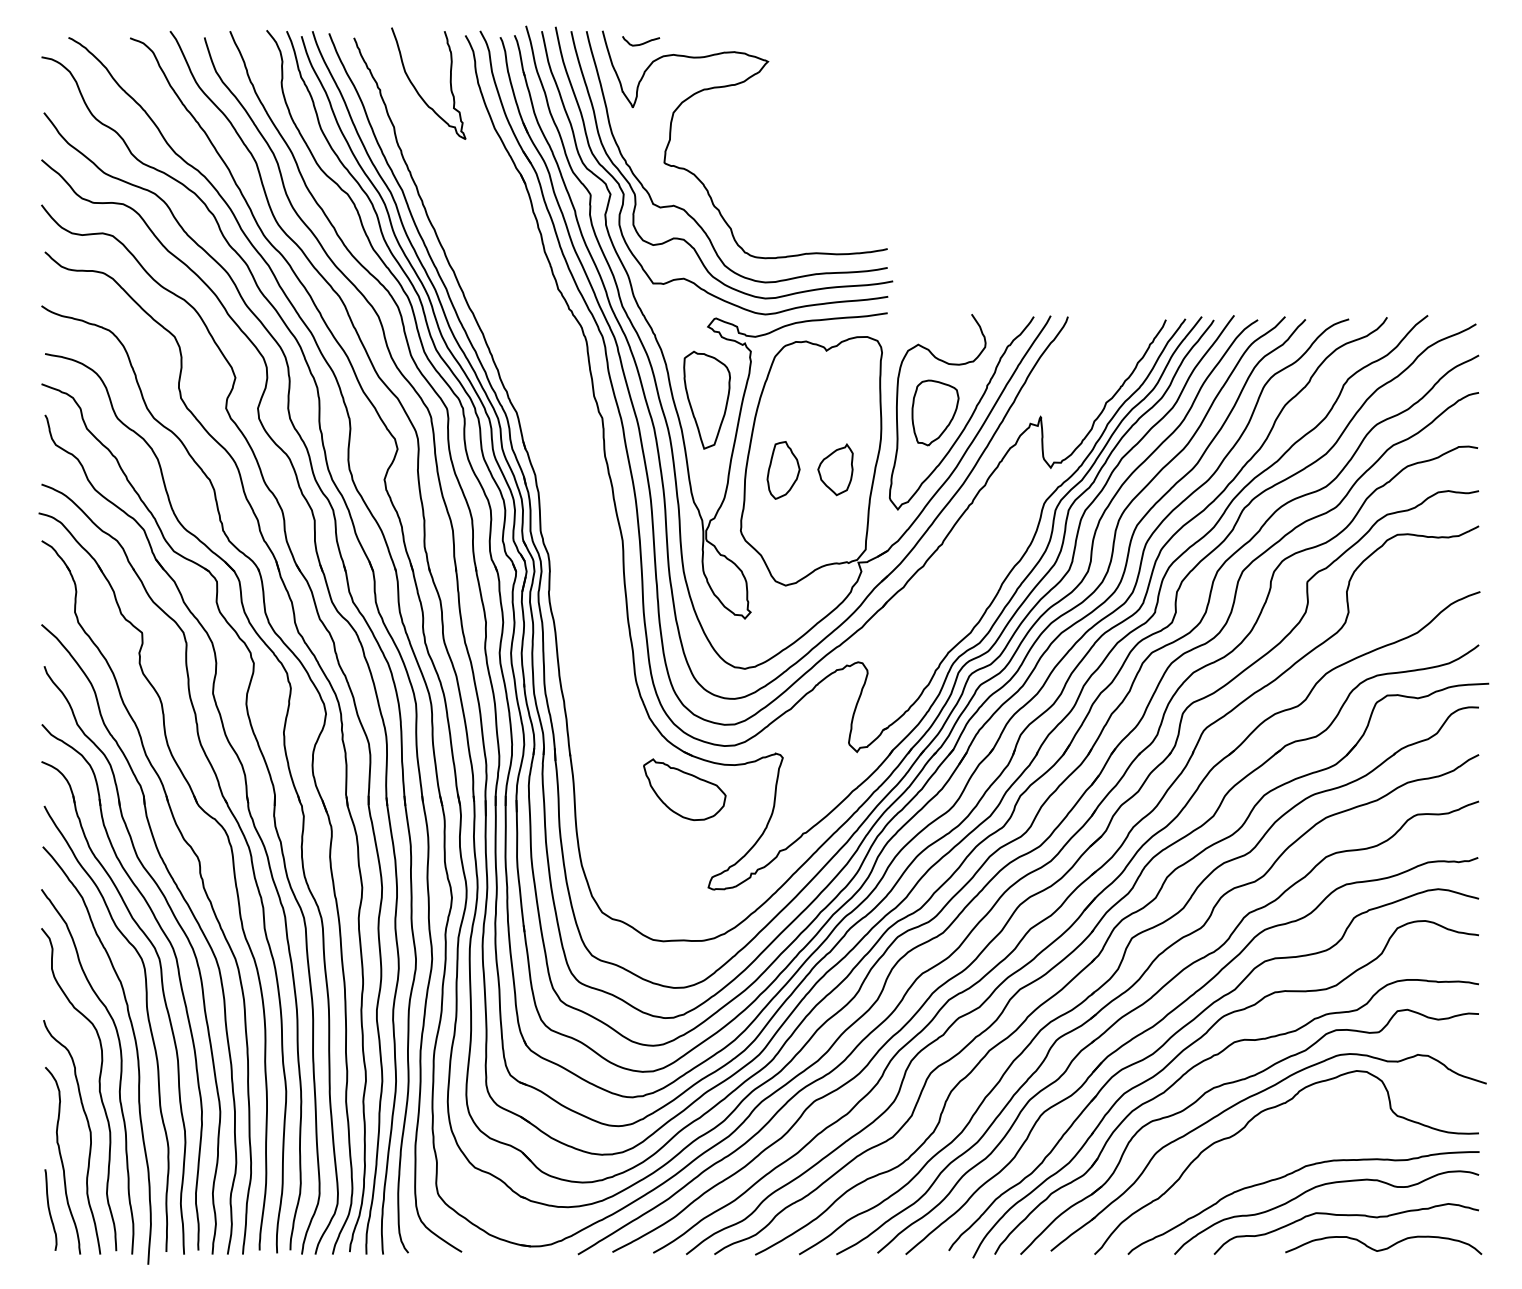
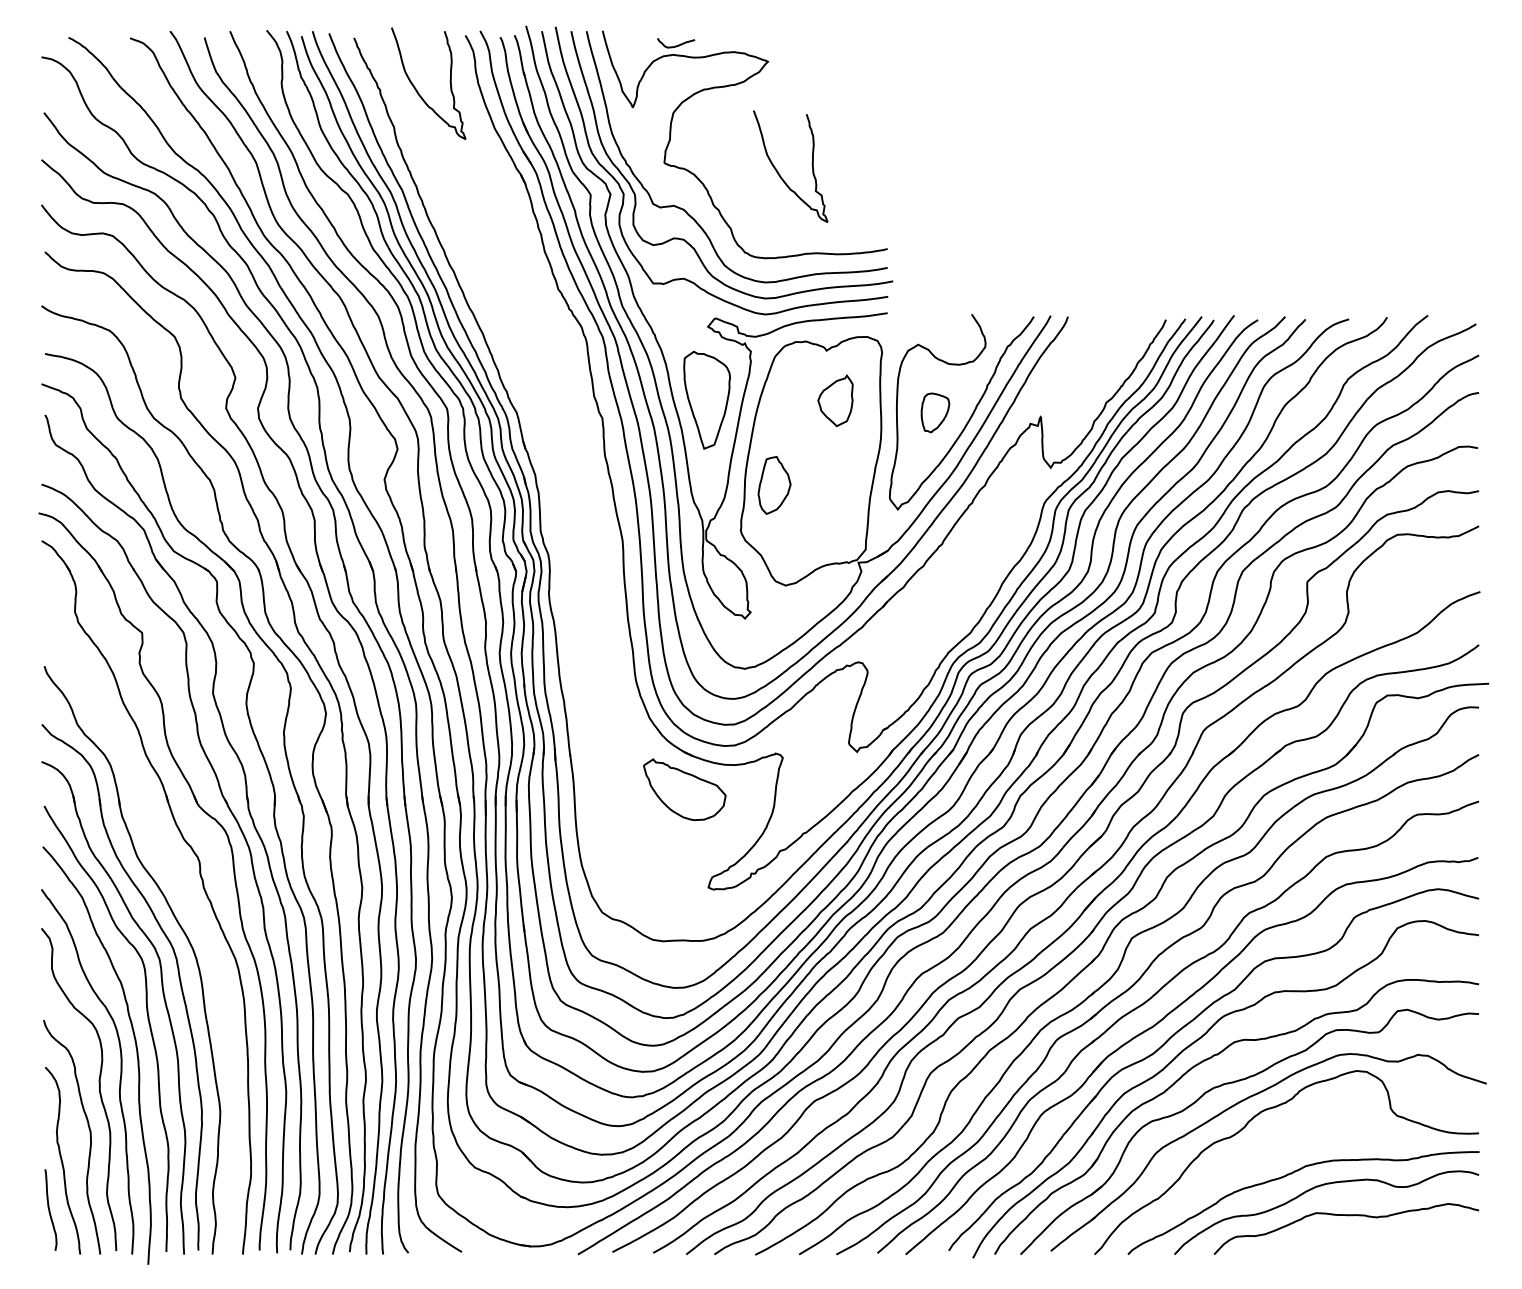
curve at (641, 43) position: (641, 43) -> (676, 45)
curve at (780, 174): none -> present
part at (935, 412) size: 49x68 px -> 31x42 px
part at (835, 469) position: (835, 469) -> (835, 400)
part at (783, 470) position: (783, 470) -> (774, 485)
part at (188, 908): present -> none
curve at (1383, 1248): present -> none
